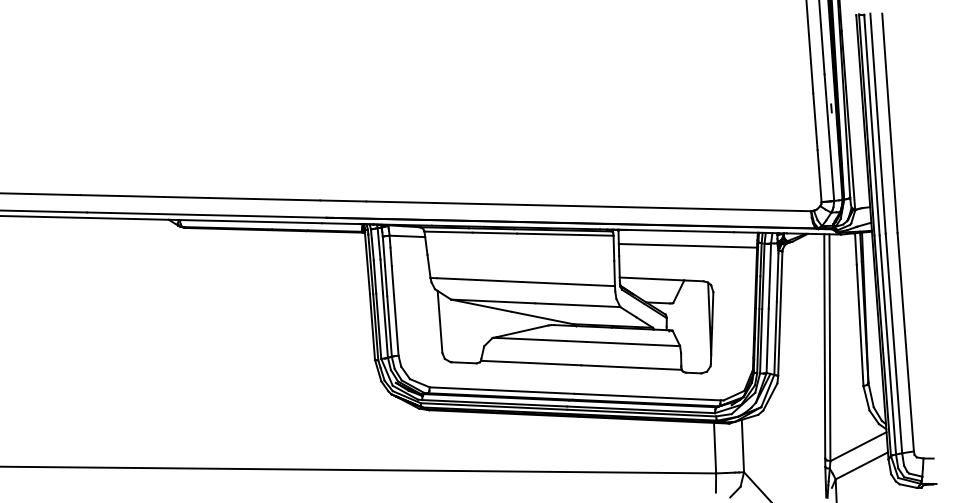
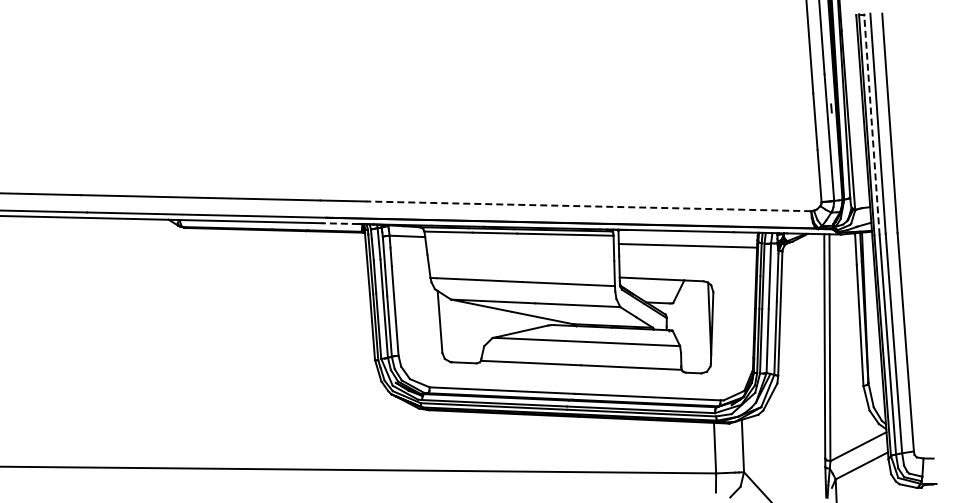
line at (871, 124): solid -> dashed
line at (588, 206): solid -> dashed
line at (339, 223): solid -> dashed
